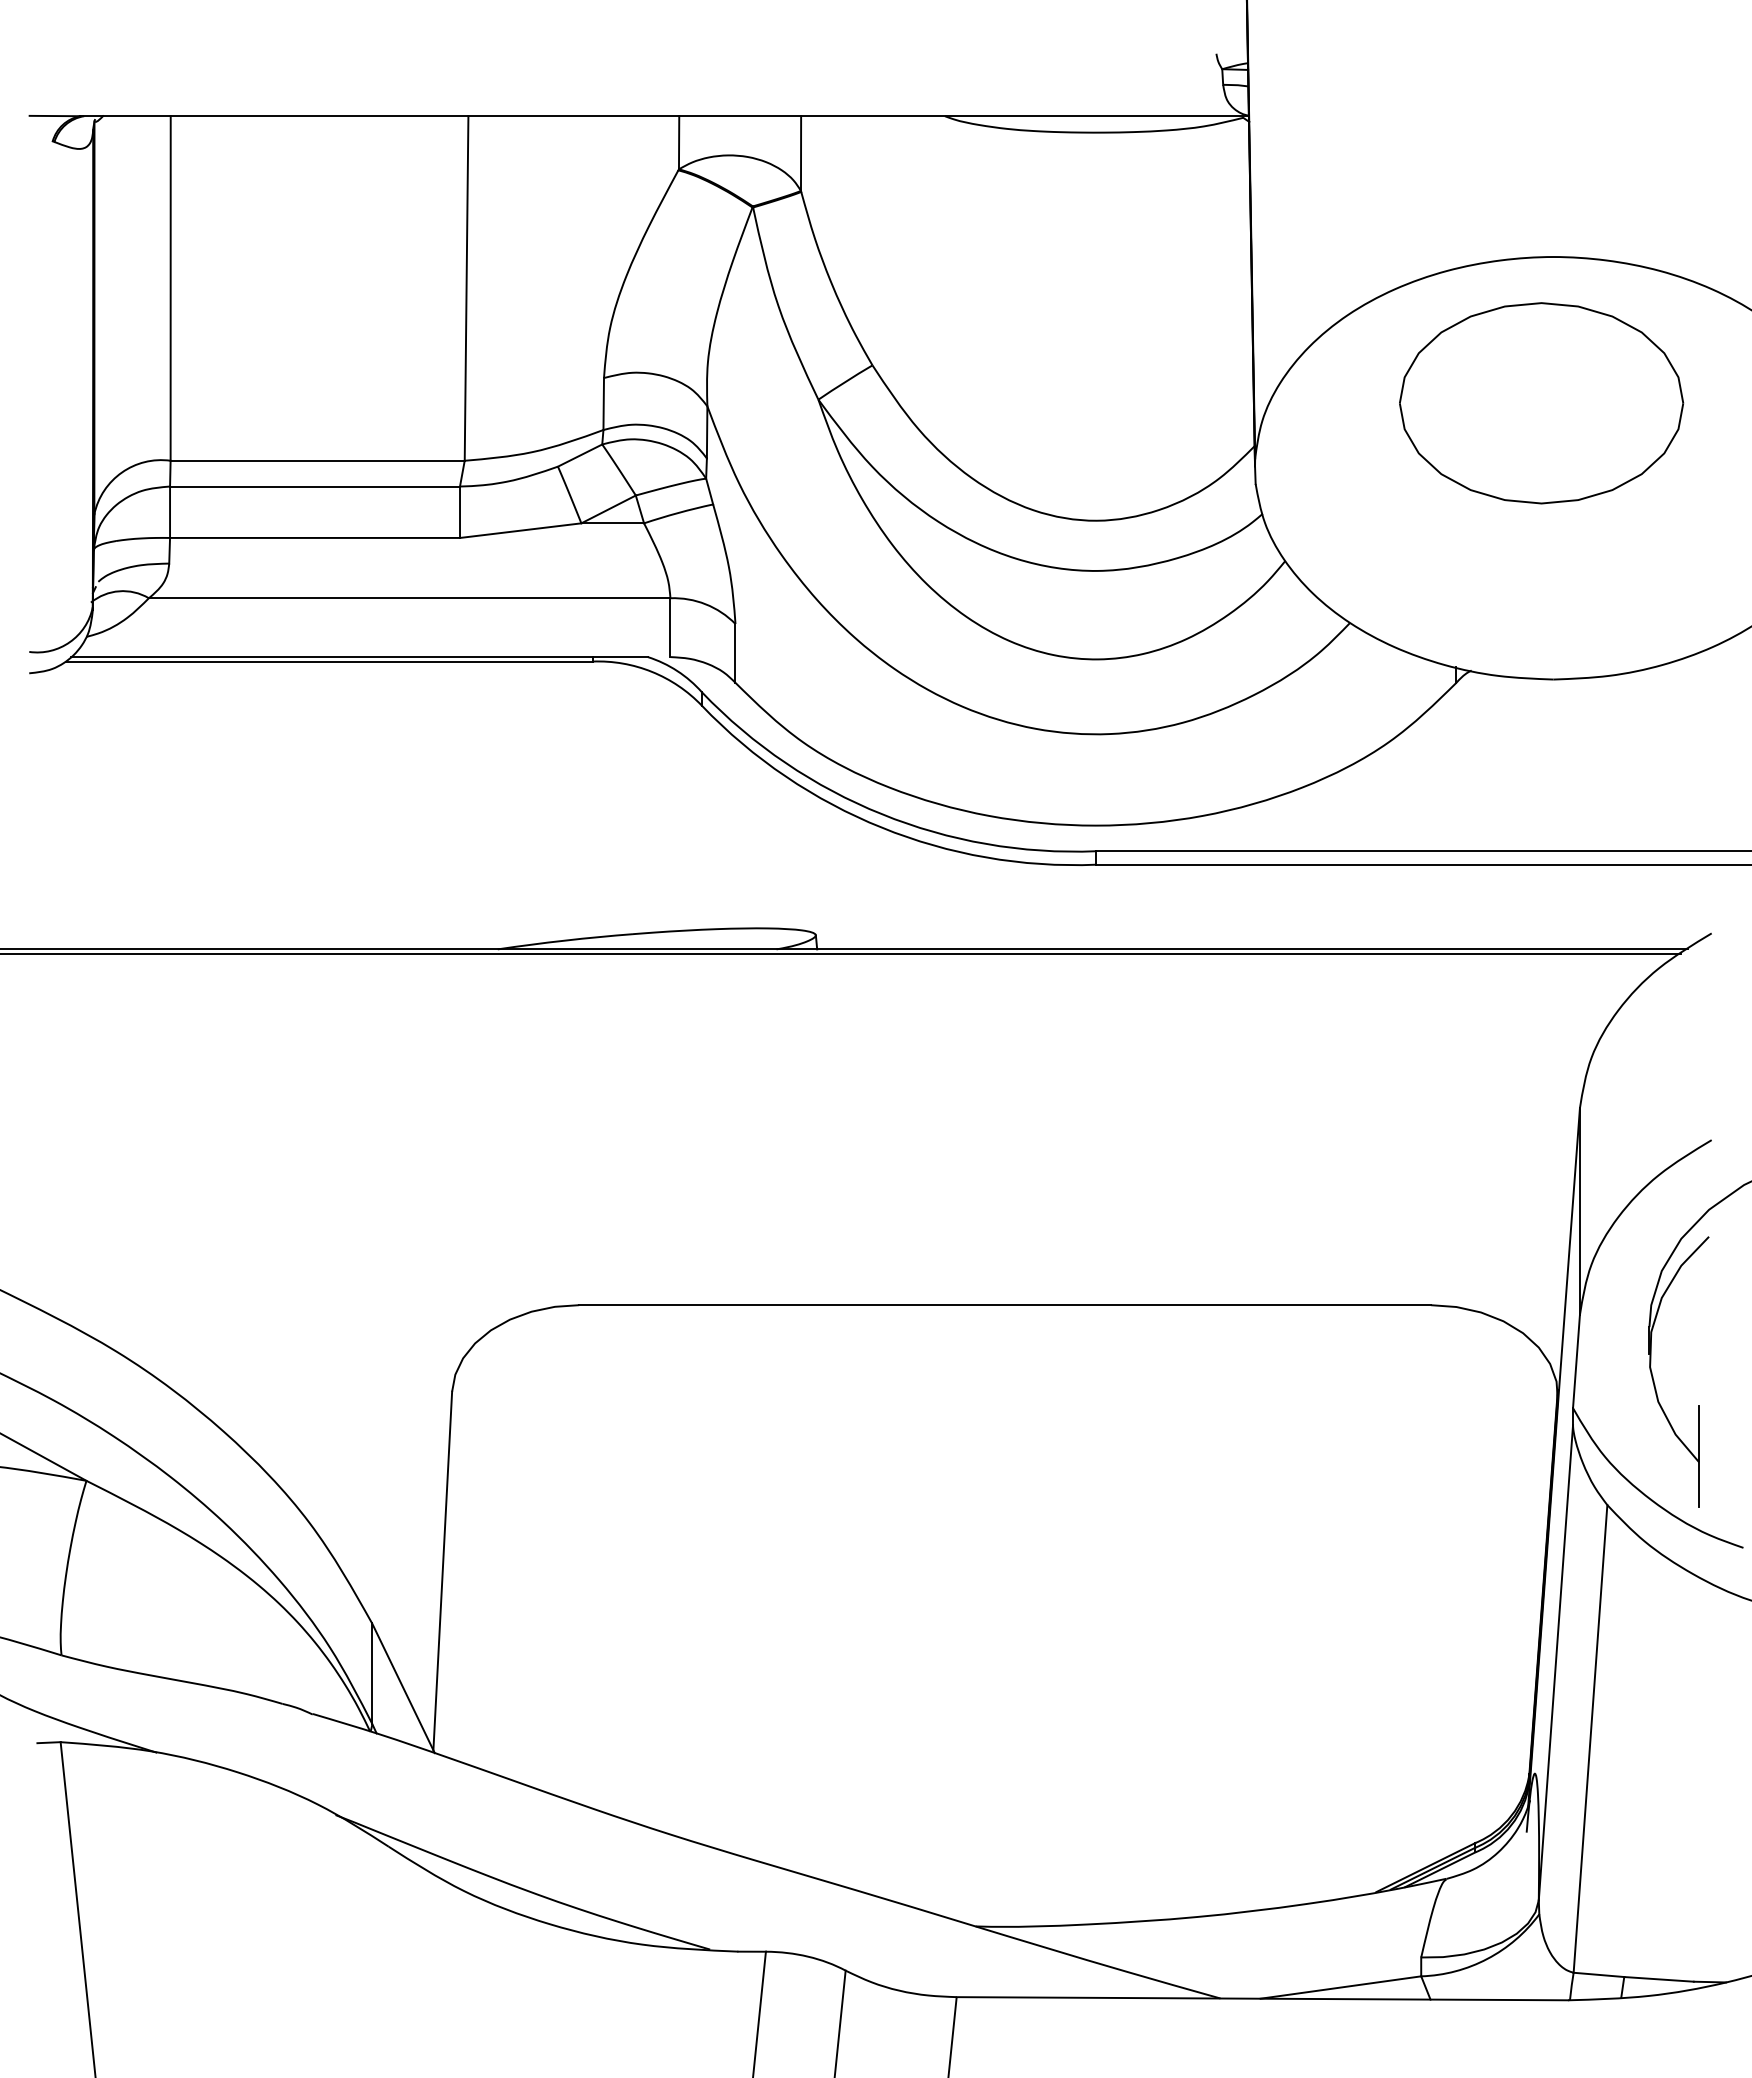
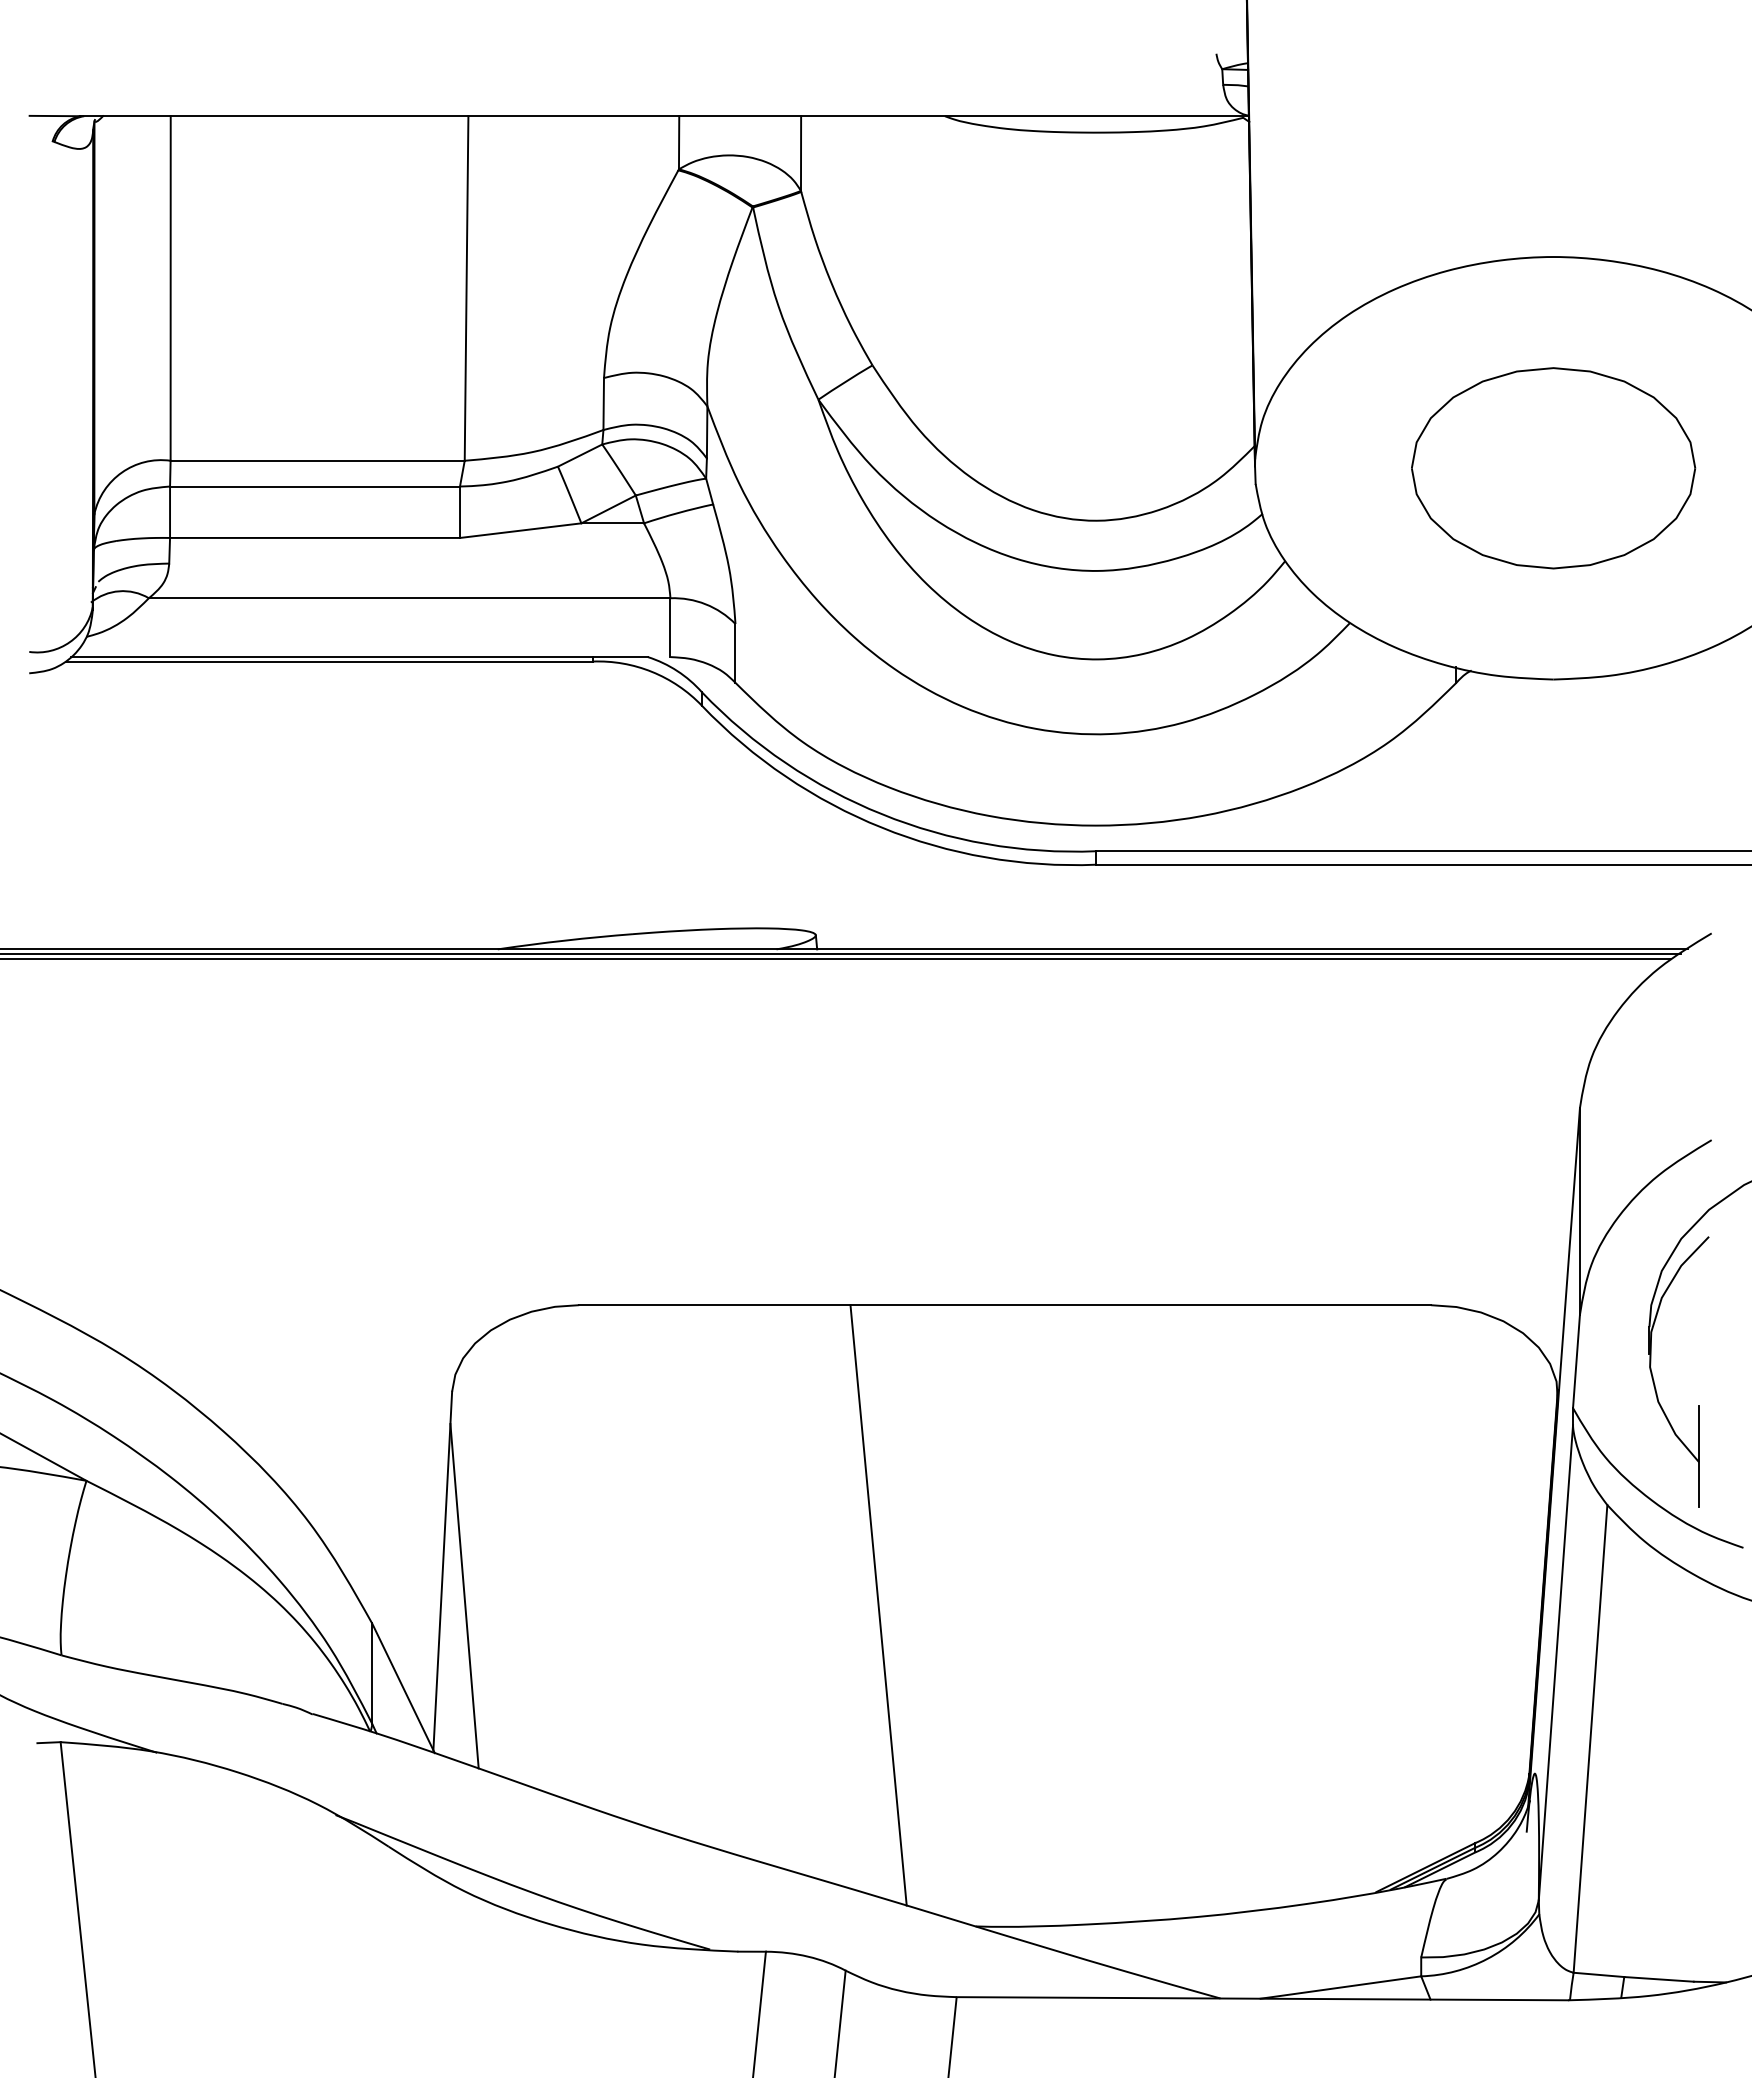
part at (1541, 403) position: (1541, 403) -> (1553, 468)
line at (836, 958): none -> present
line at (464, 1596): none -> present
line at (878, 1605): none -> present
